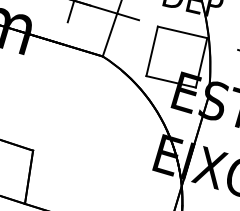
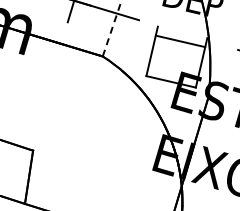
line at (112, 28): solid -> dashed
line at (182, 32) position: (182, 32) -> (180, 41)
